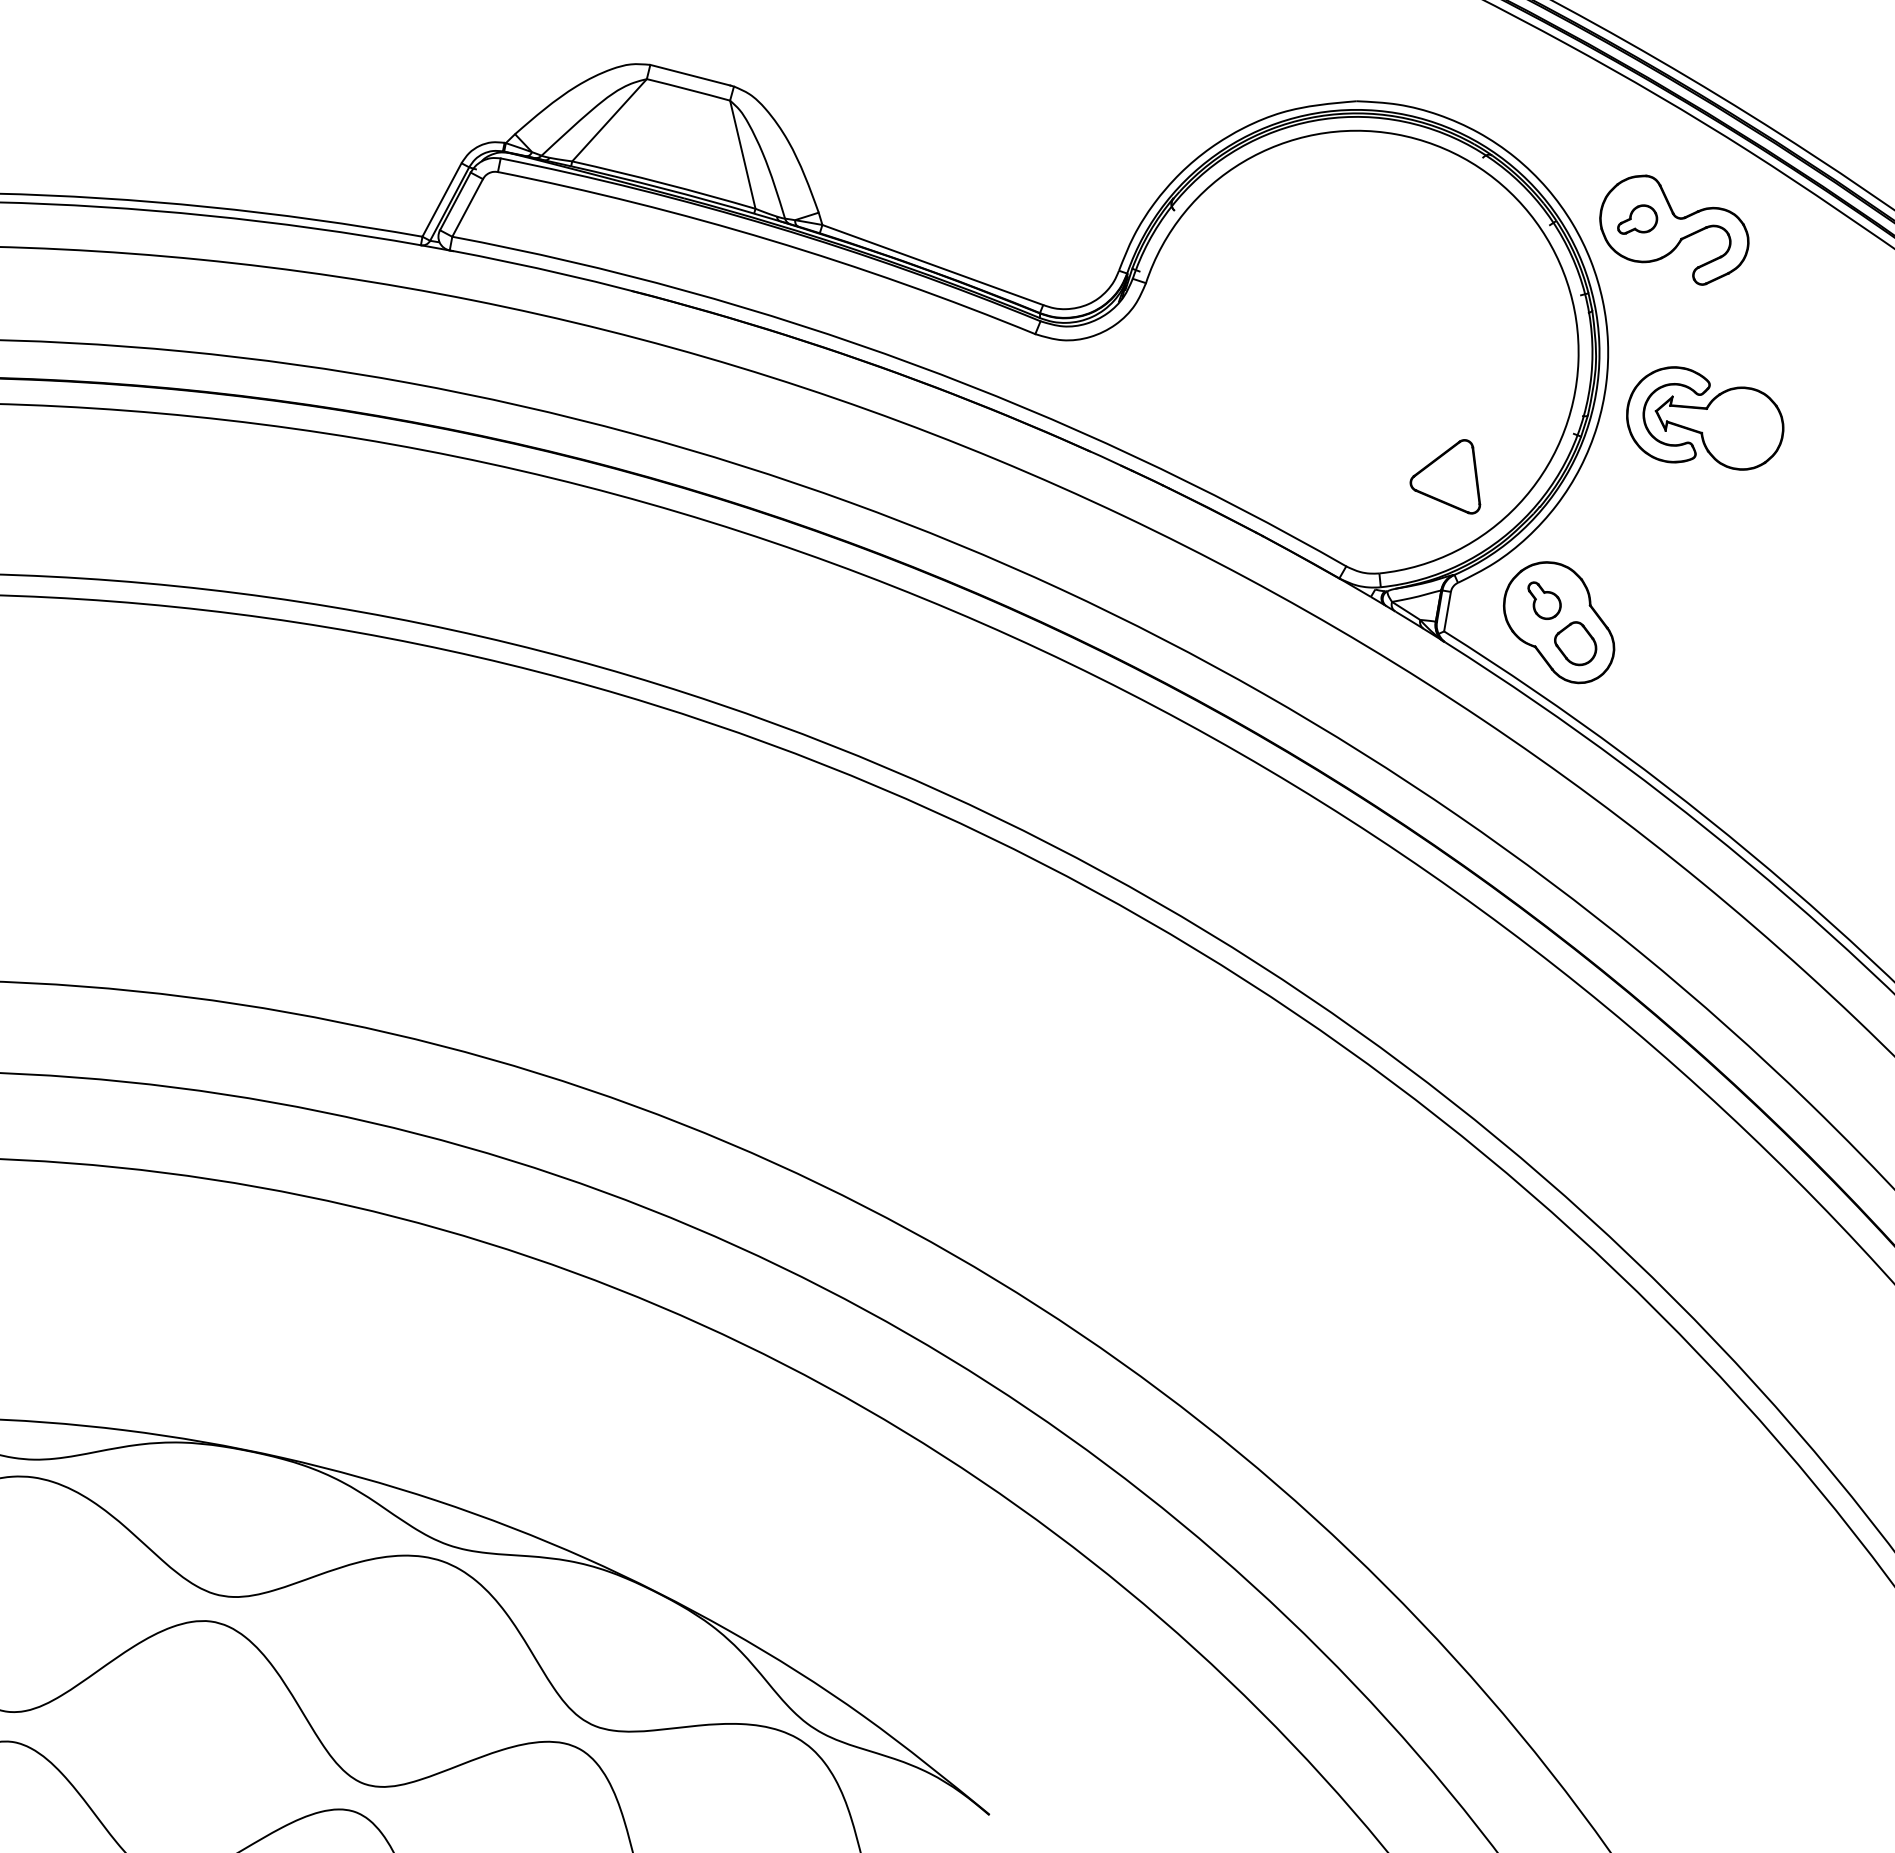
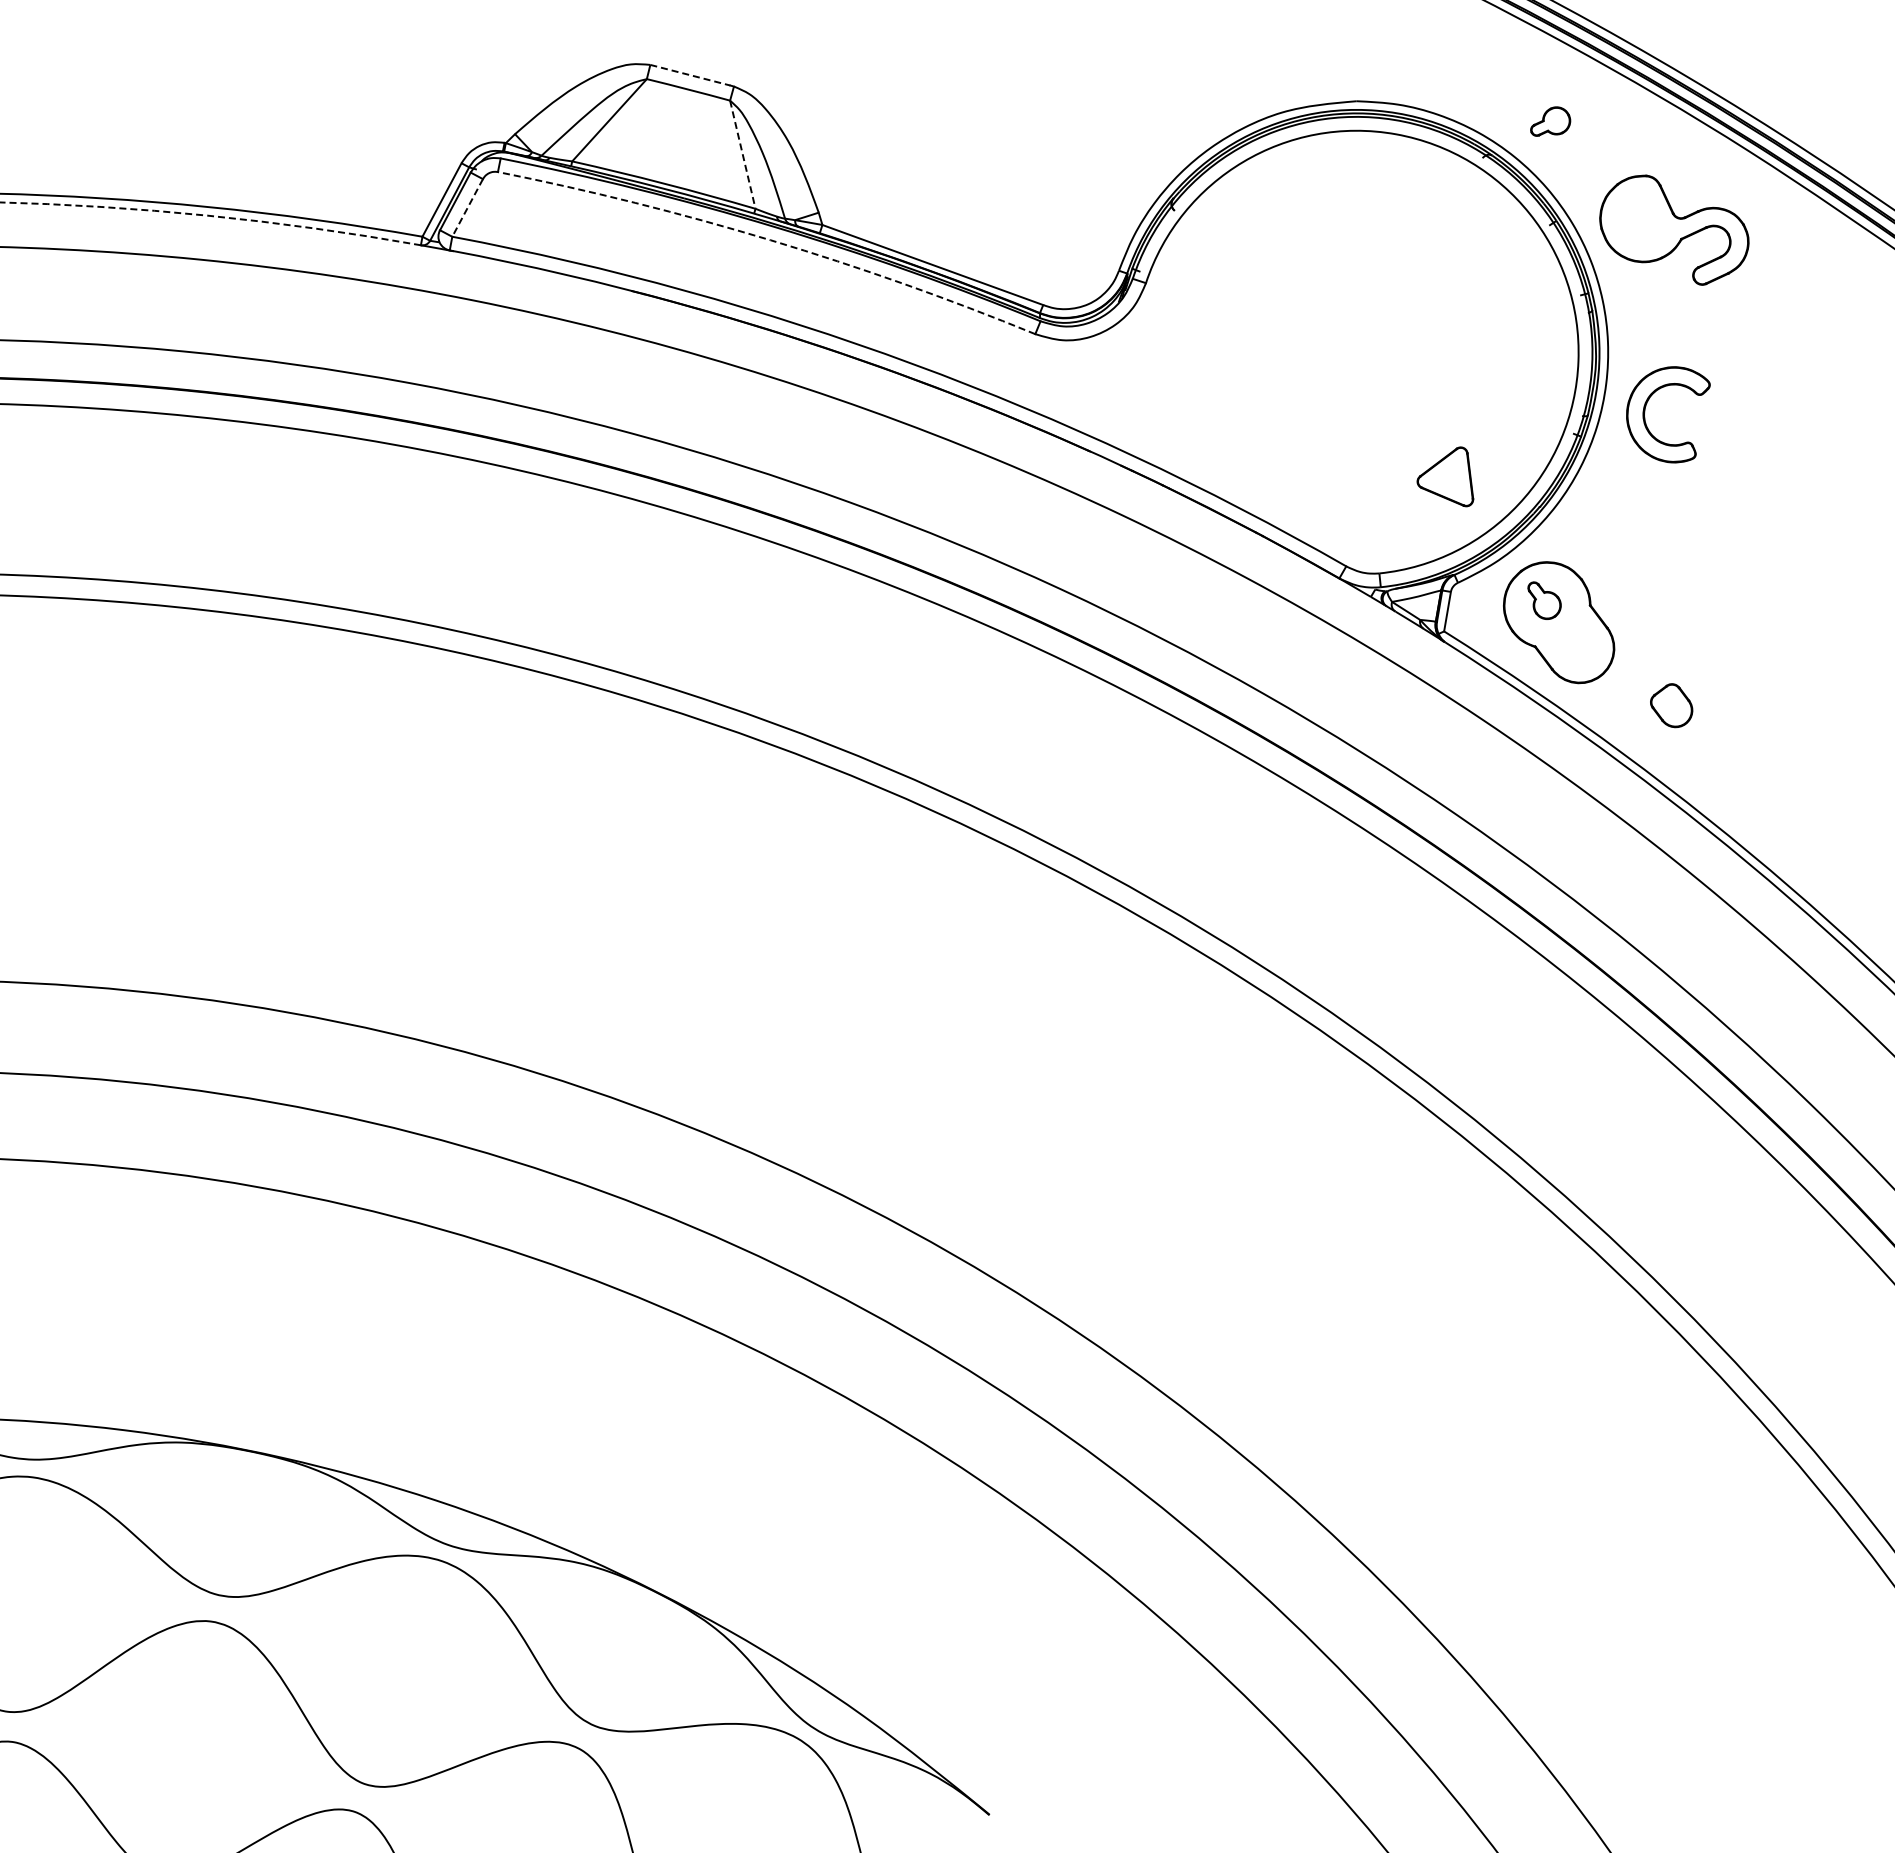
line at (690, 75): solid -> dashed
line at (742, 154): solid -> dashed
line at (467, 207): solid -> dashed
arc at (210, 215): solid -> dashed
part at (1637, 219) position: (1637, 219) -> (1550, 121)
arc at (770, 240): solid -> dashed
part at (1719, 428): present -> none
part at (1445, 476) size: 73x76 px -> 59x62 px
part at (1575, 643) position: (1575, 643) -> (1671, 705)
